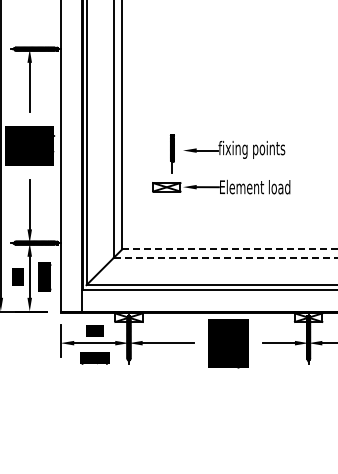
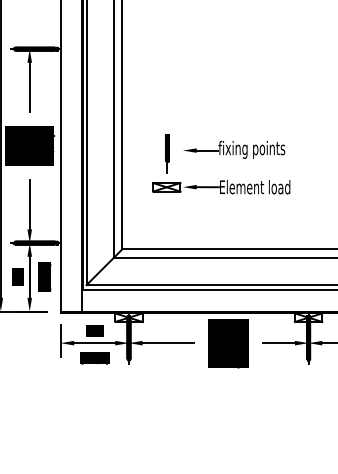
line at (172, 153) position: (172, 153) -> (167, 153)
line at (230, 249): dashed -> solid
line at (225, 257): dashed -> solid
